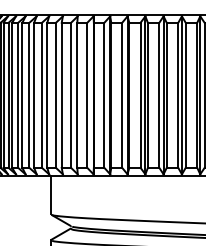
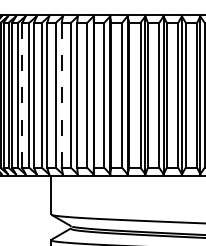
line at (22, 95): solid -> dashed
line at (61, 95): solid -> dashed
